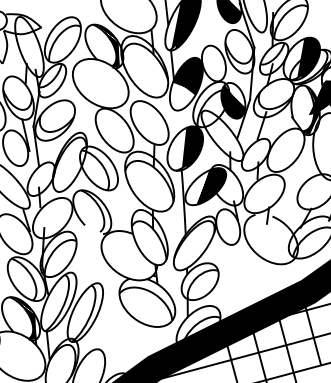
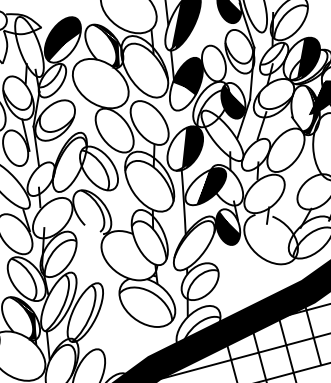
fill at (62, 39): none -> present
fill at (228, 227): none -> present
